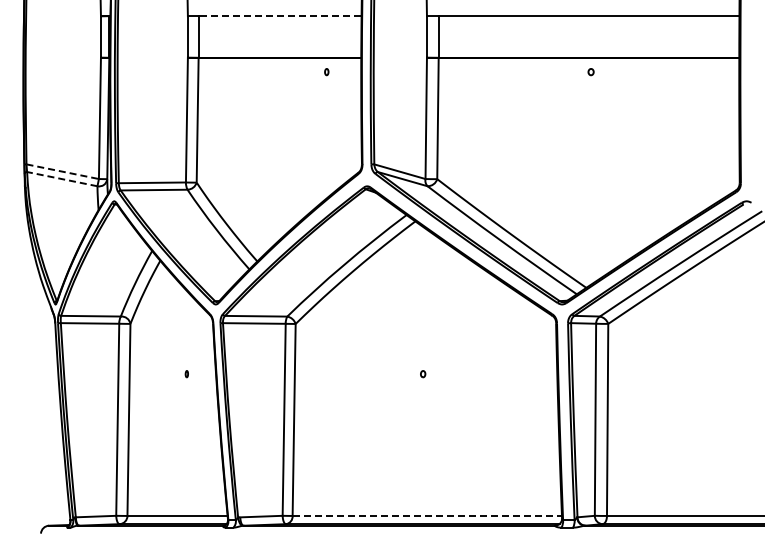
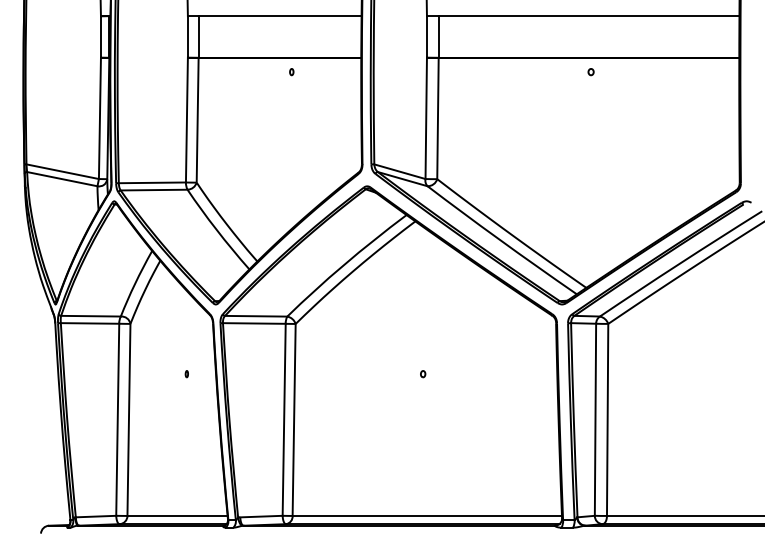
line at (279, 16): dashed -> solid
part at (326, 72) position: (326, 72) -> (291, 72)
line at (62, 171): dashed -> solid
line at (62, 179): dashed -> solid
line at (427, 515): dashed -> solid
